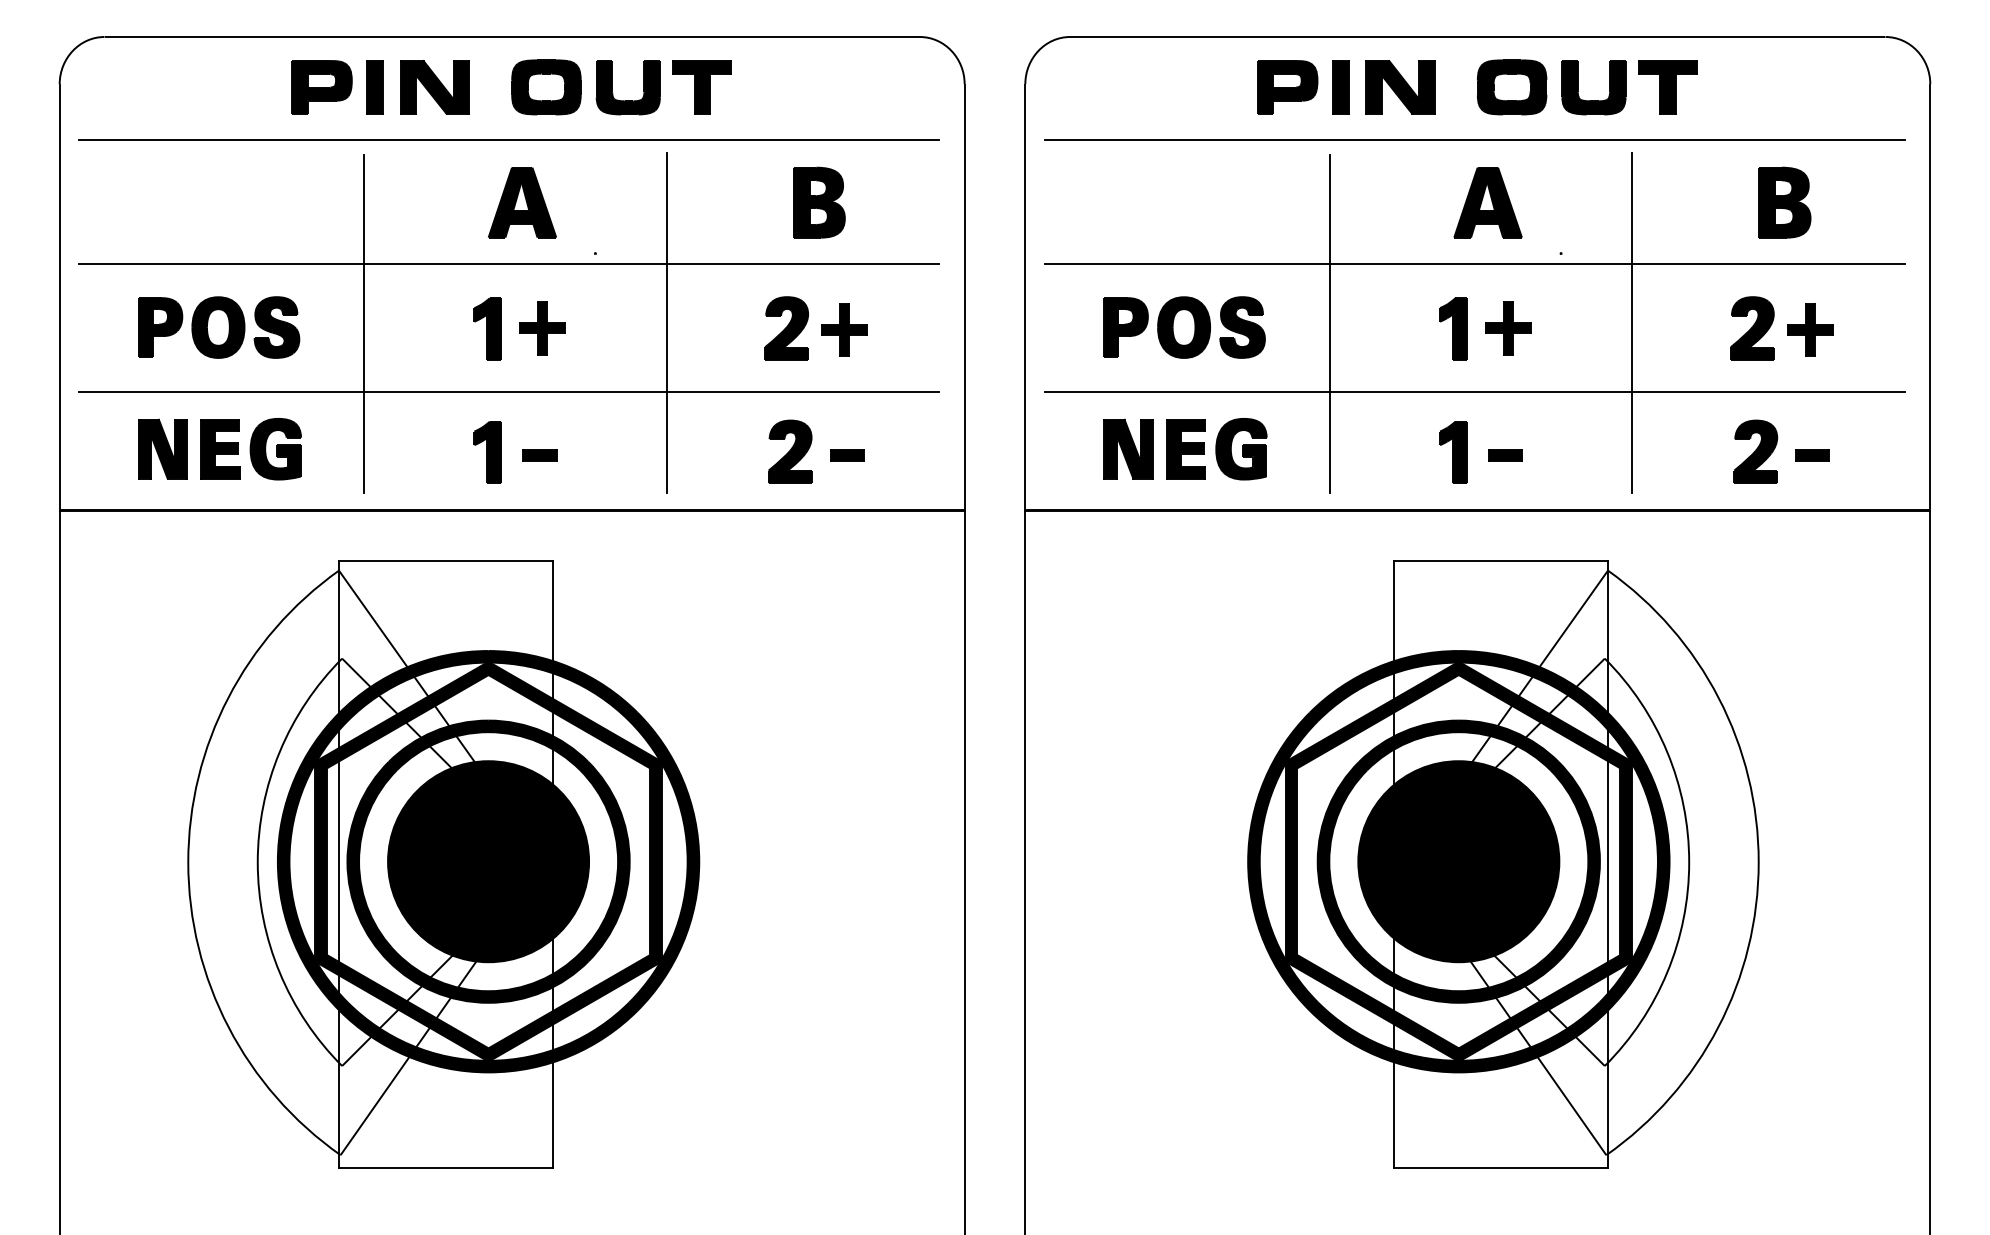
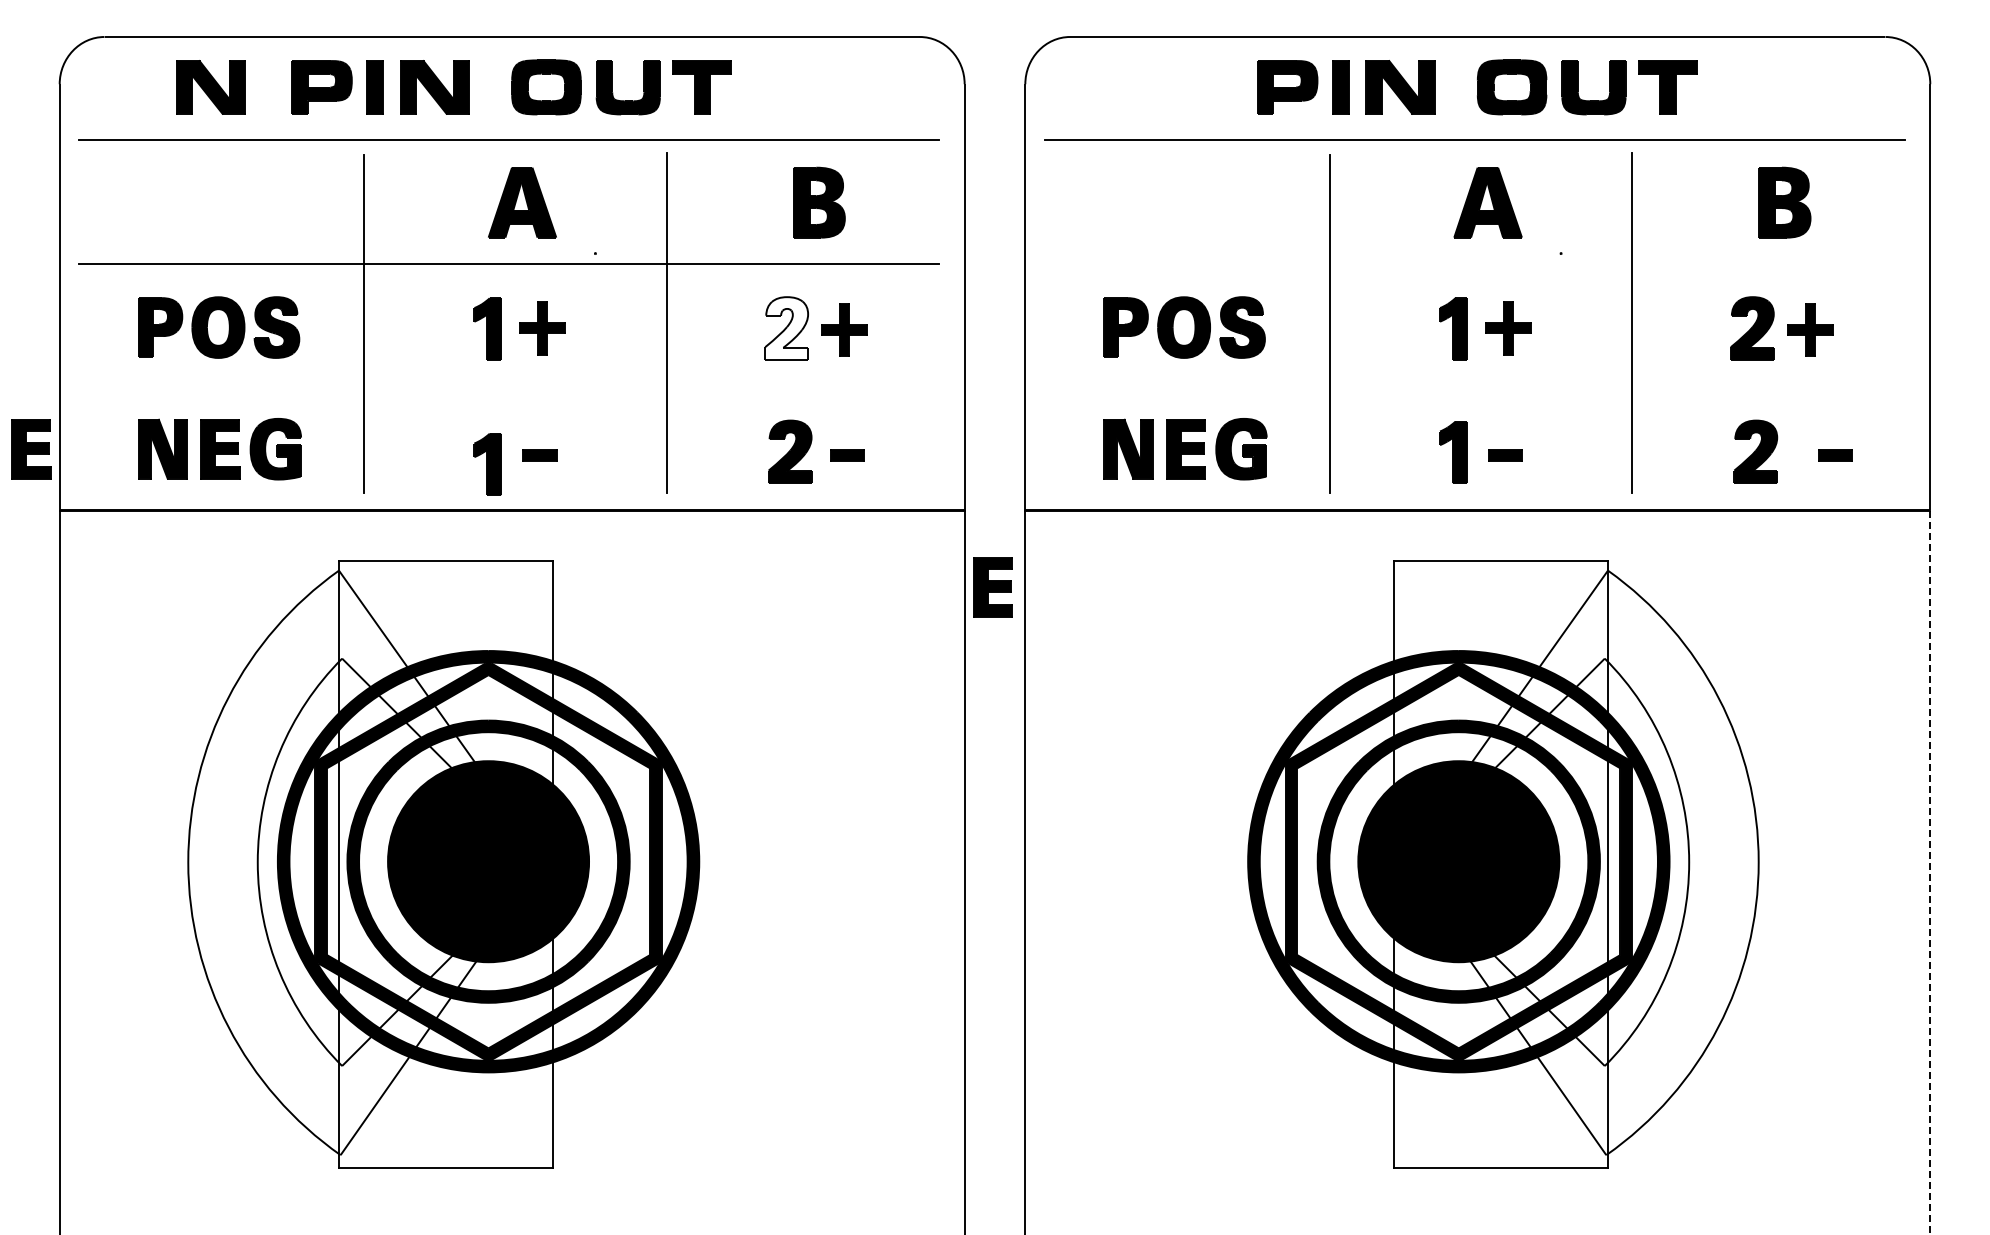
part at (210, 87): none -> present
line at (1474, 264): present -> none
fill at (786, 328): present -> none
line at (508, 391): present -> none
line at (1474, 391): present -> none
part at (31, 449): none -> present
part at (487, 452) position: (487, 452) -> (487, 464)
part at (1812, 455) position: (1812, 455) -> (1835, 455)
part at (992, 587): none -> present
line at (1930, 872): solid -> dashed
